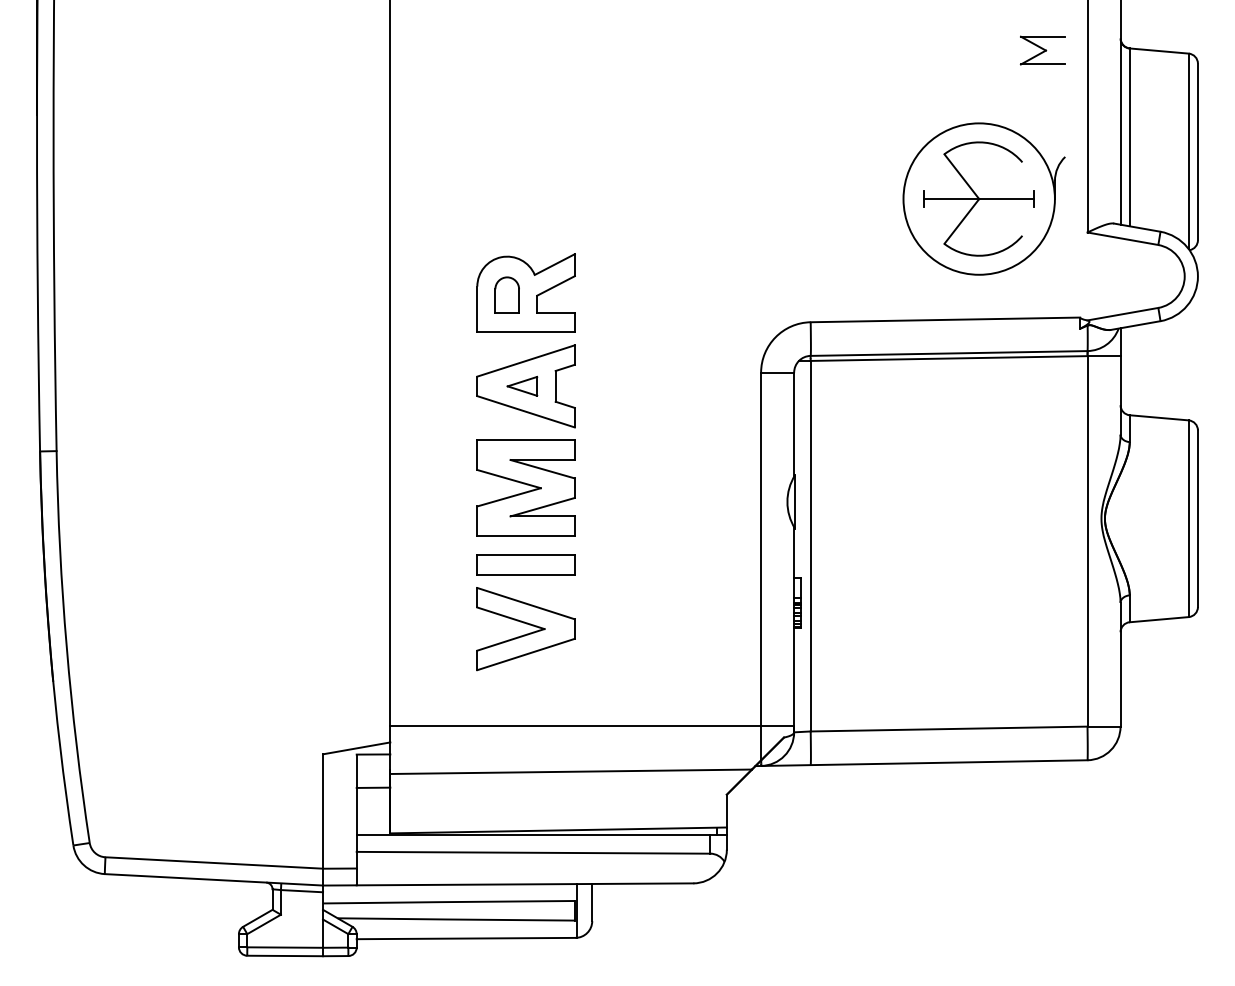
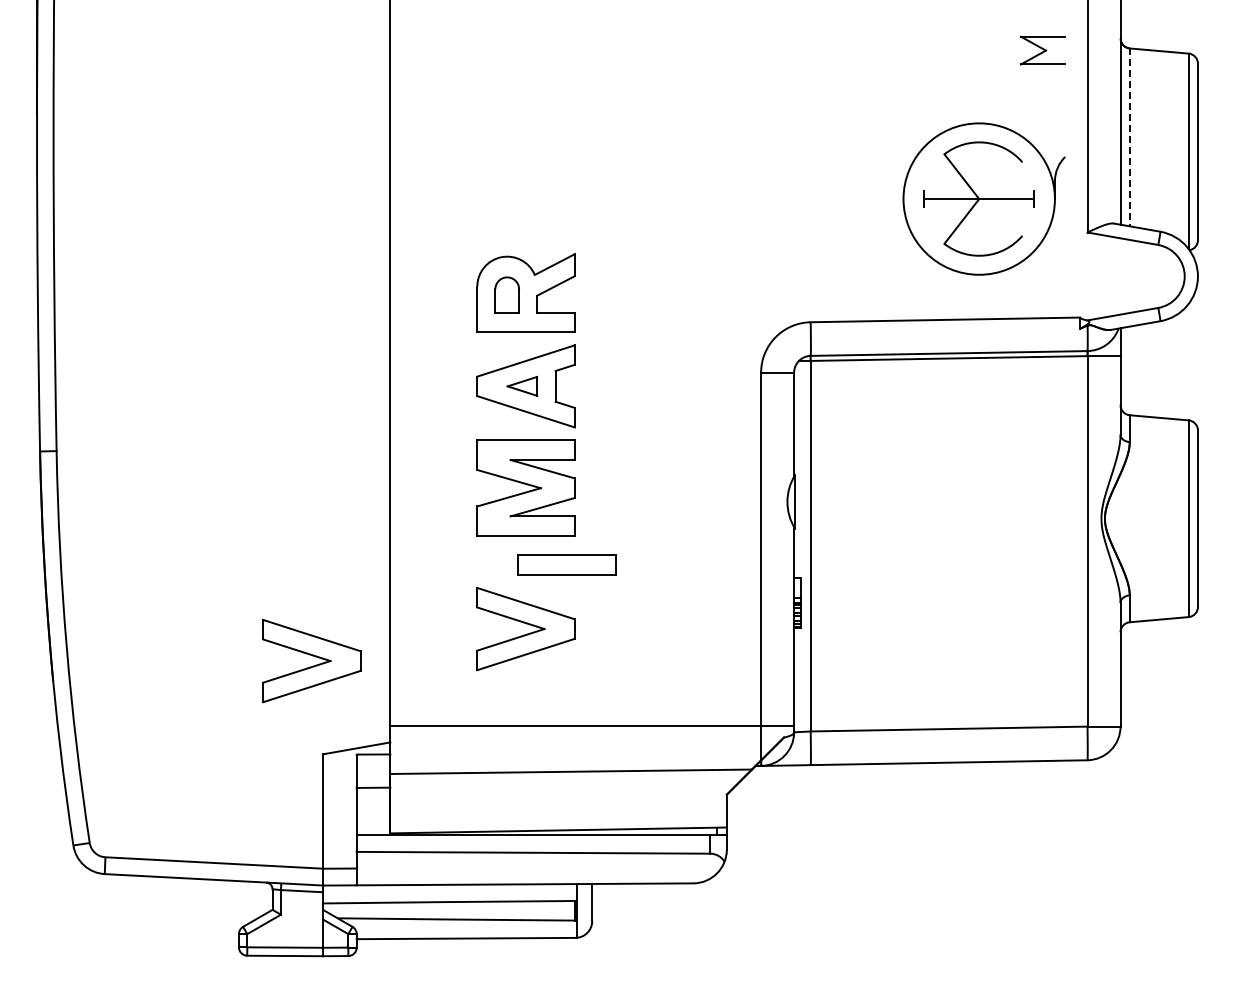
line at (1129, 137): solid -> dashed
part at (525, 564) position: (525, 564) -> (566, 564)
part at (311, 661): none -> present
